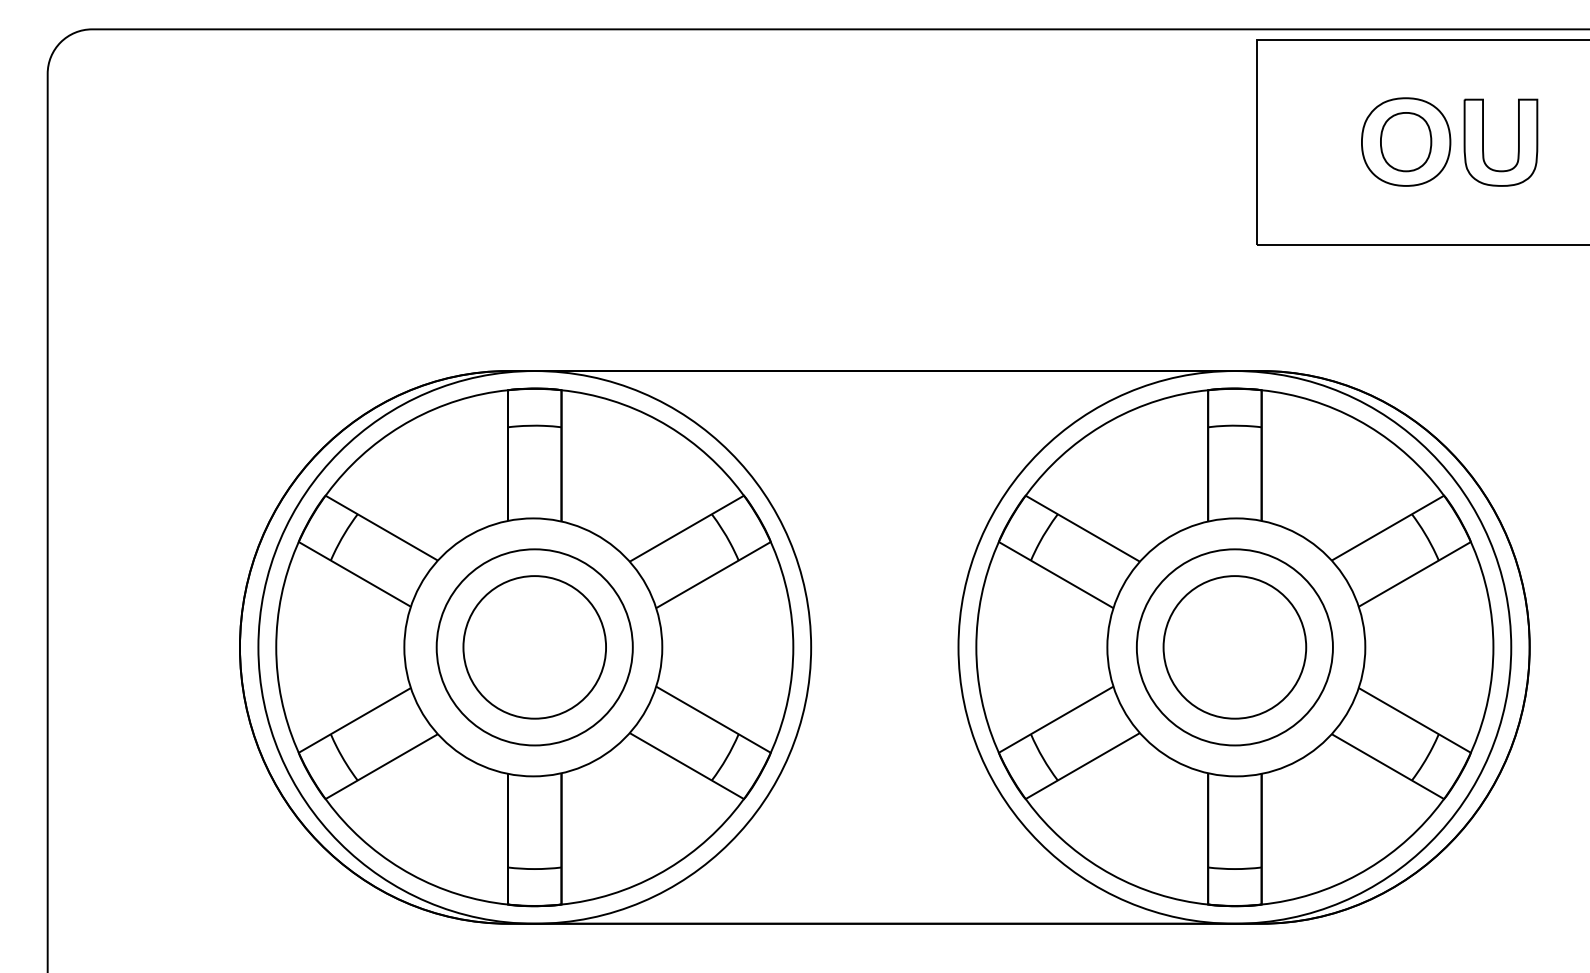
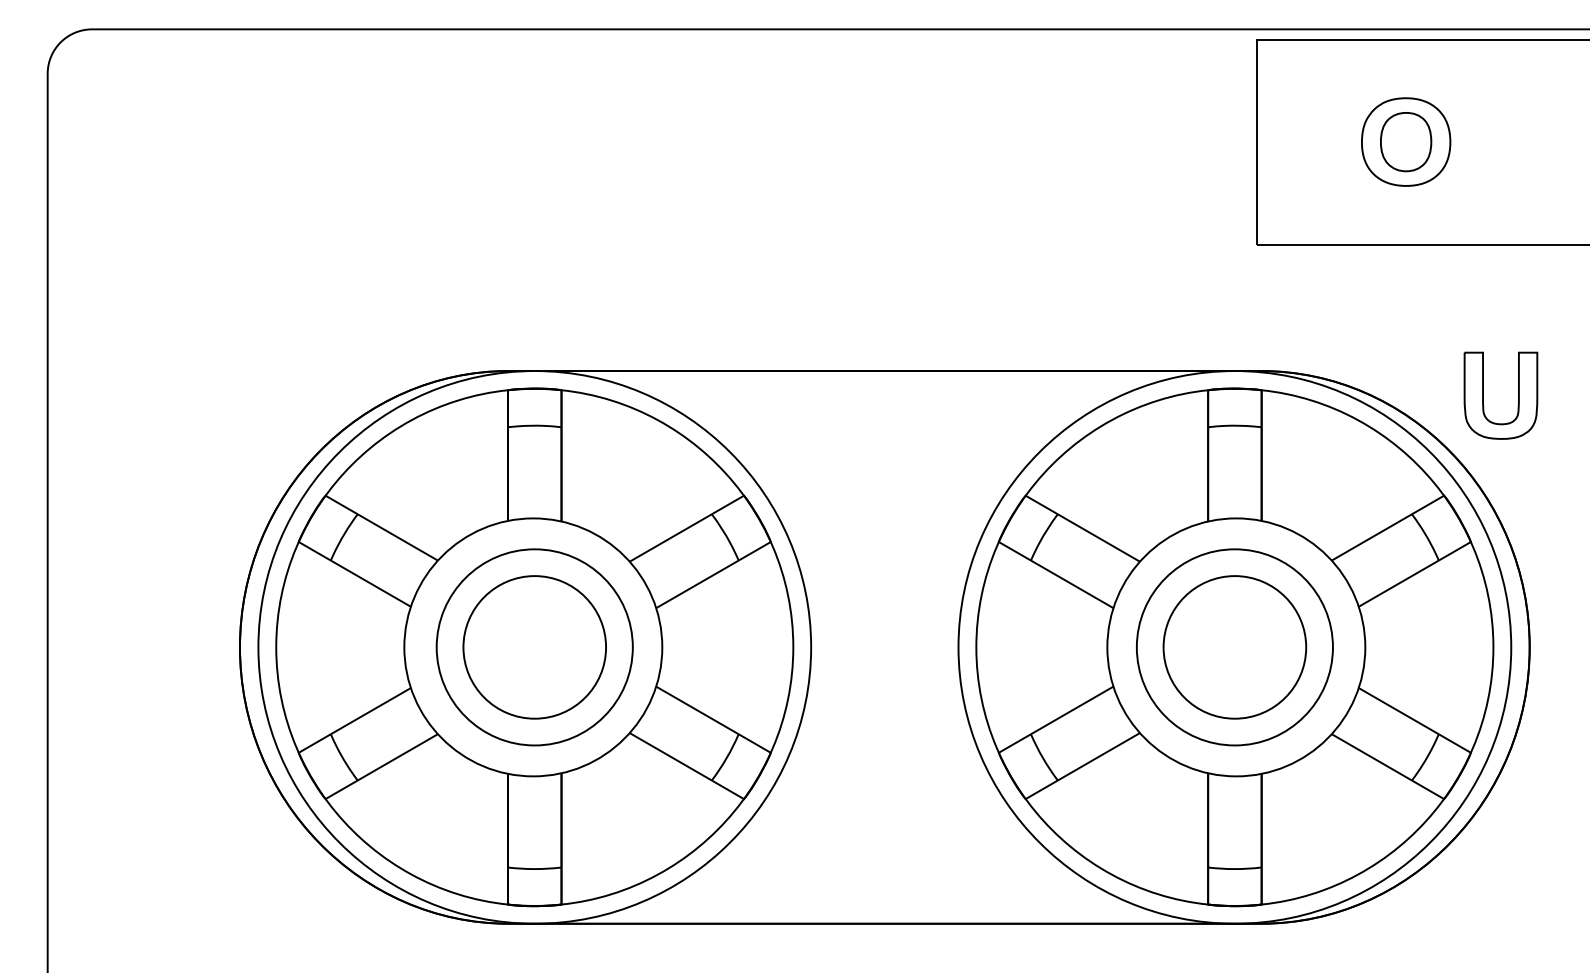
part at (1483, 142) position: (1483, 142) -> (1483, 395)
